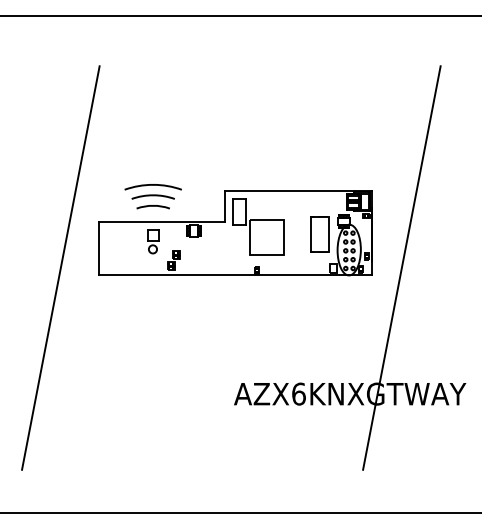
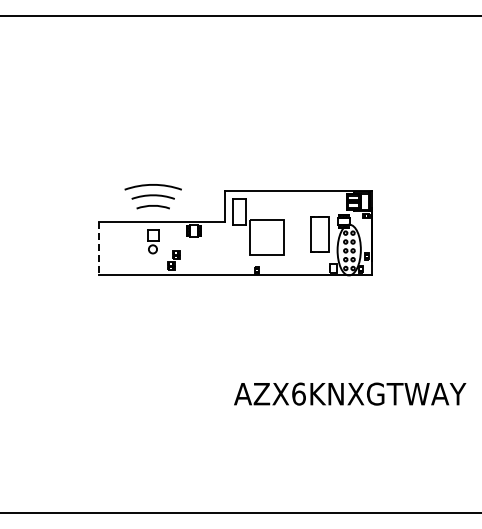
line at (99, 248): solid -> dashed
line at (60, 267): present -> none
line at (401, 267): present -> none
